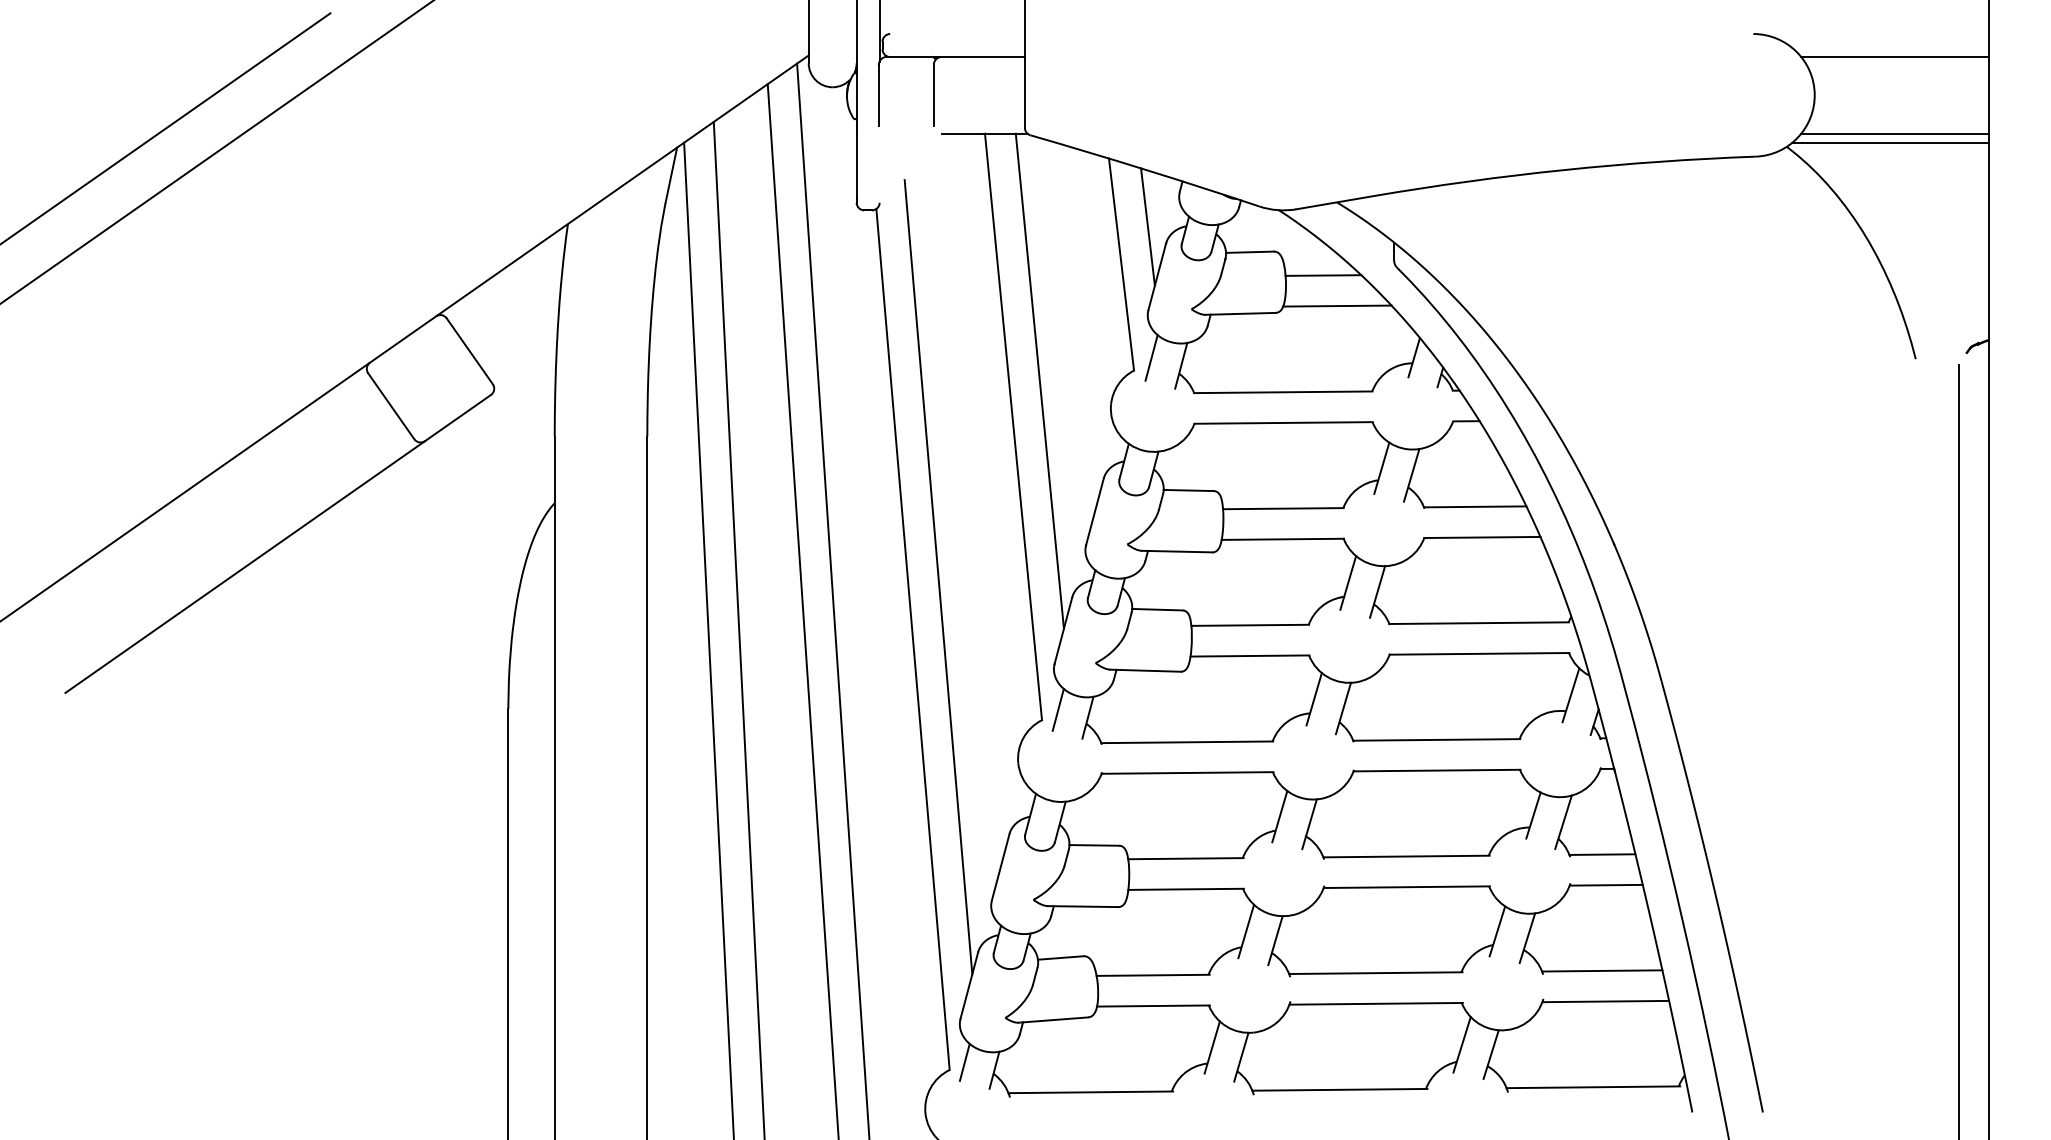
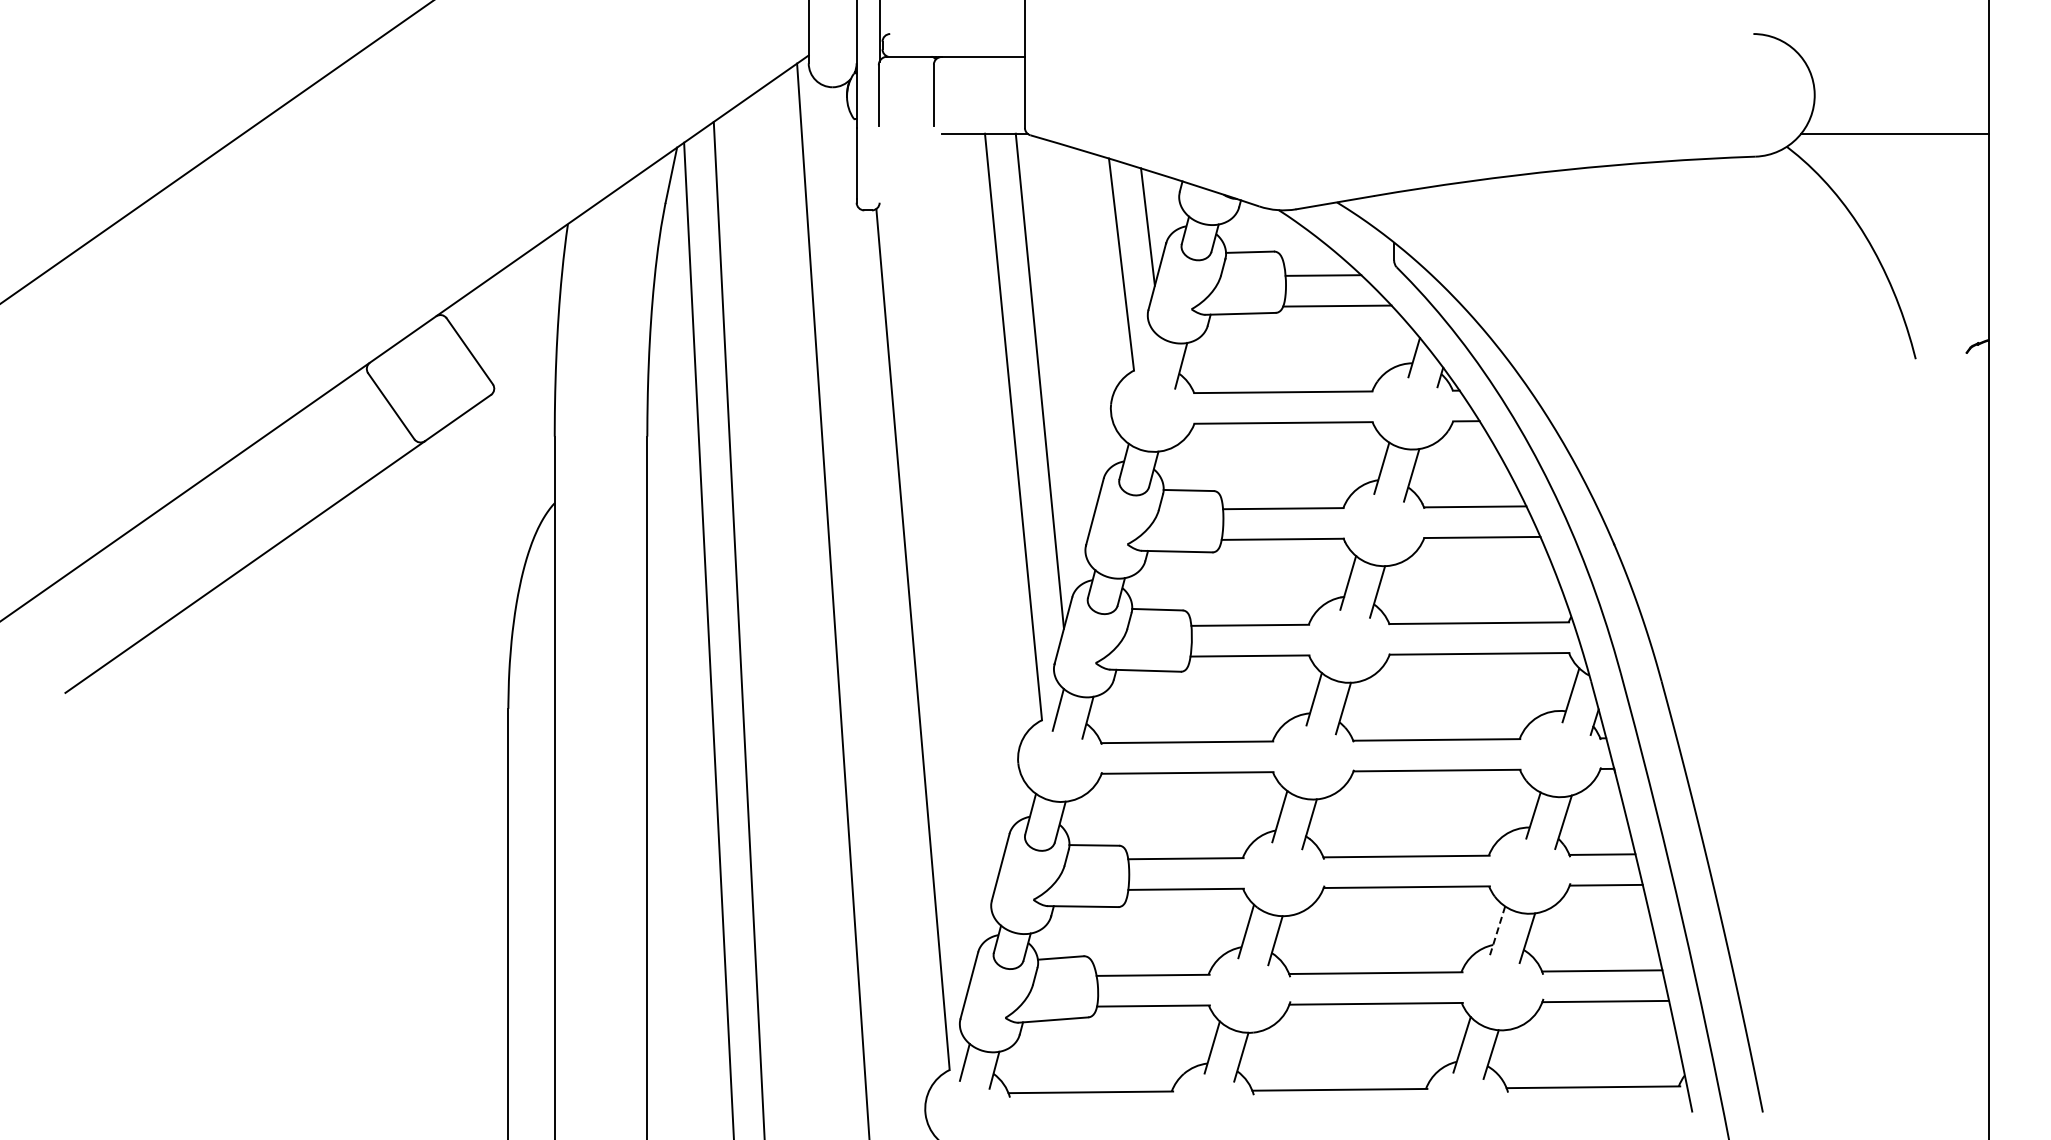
line at (1895, 57): present -> none
line at (166, 127): present -> none
line at (1890, 143): present -> none
line at (1151, 357): present -> none
line at (938, 577): present -> none
line at (802, 610): present -> none
line at (1958, 750): present -> none
line at (1497, 931): solid -> dashed
